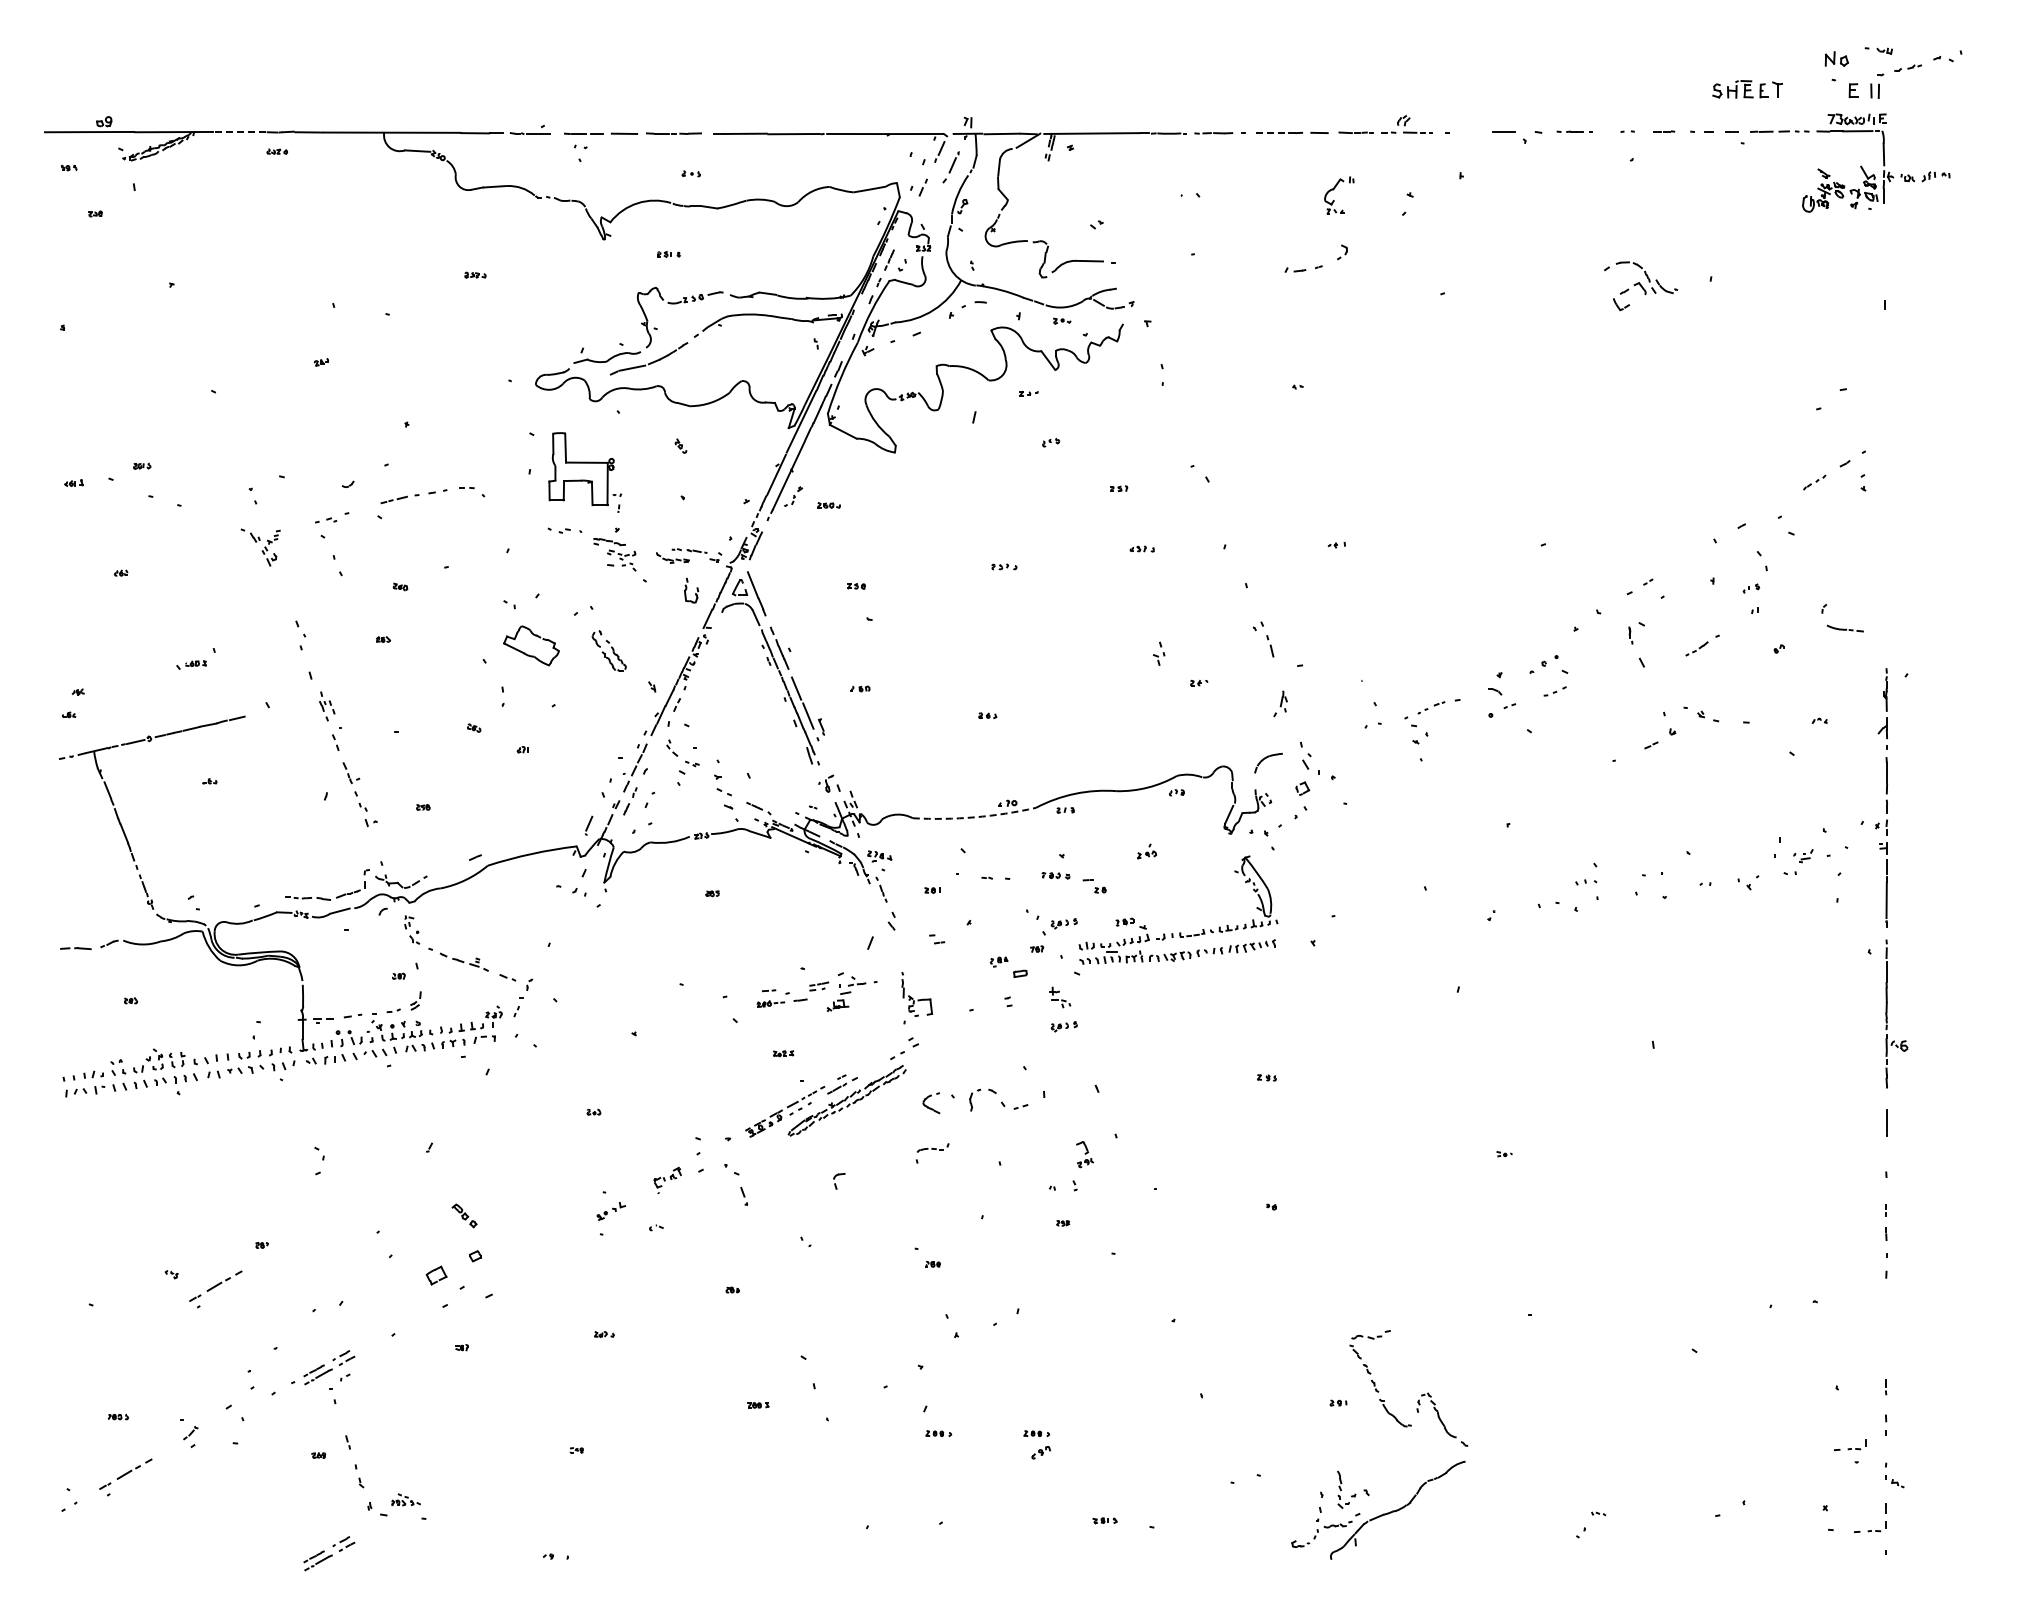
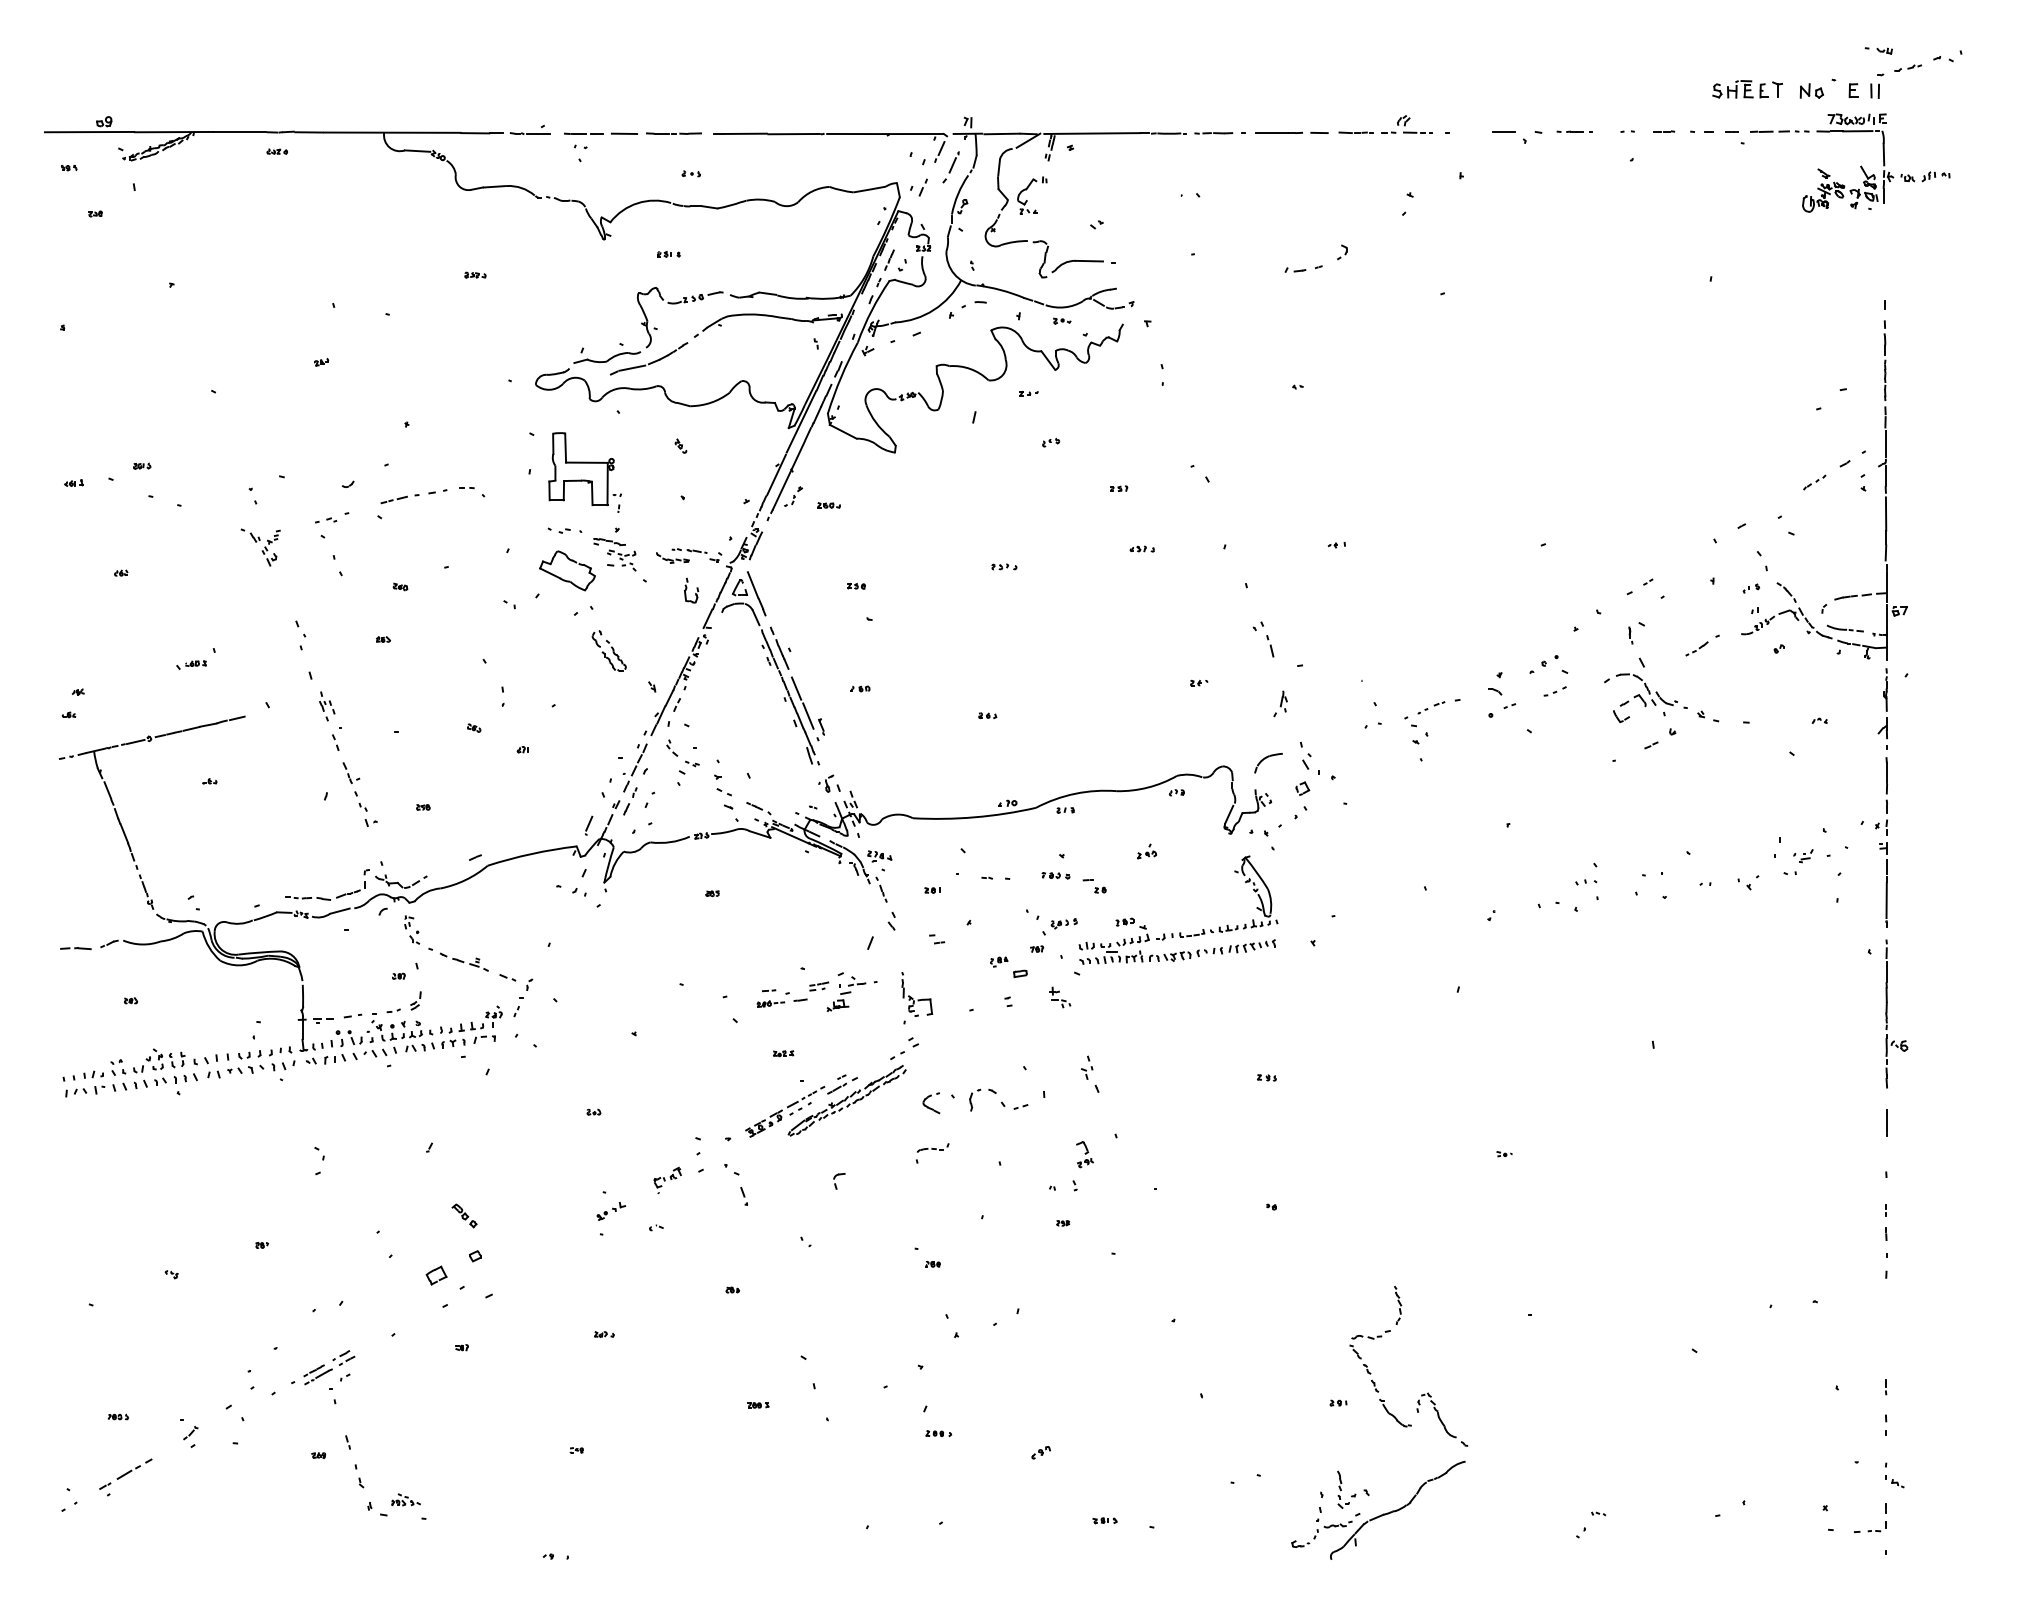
part at (1836, 58) position: (1836, 58) -> (1811, 90)
line at (239, 131): dashed -> solid
line at (1272, 133): dashed -> solid
part at (1334, 200) position: (1334, 200) -> (1027, 200)
part at (1640, 285) position: (1640, 285) -> (1640, 697)
part at (1878, 467): none -> present
part at (531, 645) position: (531, 645) -> (567, 570)
part at (1159, 653) position: (1159, 653) -> (1087, 1067)
arc at (974, 817): dashed -> solid
part at (1063, 1026): present -> none
part at (215, 1289): present -> none
part at (1398, 1304): none -> present
part at (1036, 1433): present -> none
part at (1850, 1444): present -> none
part at (329, 1553): present -> none
